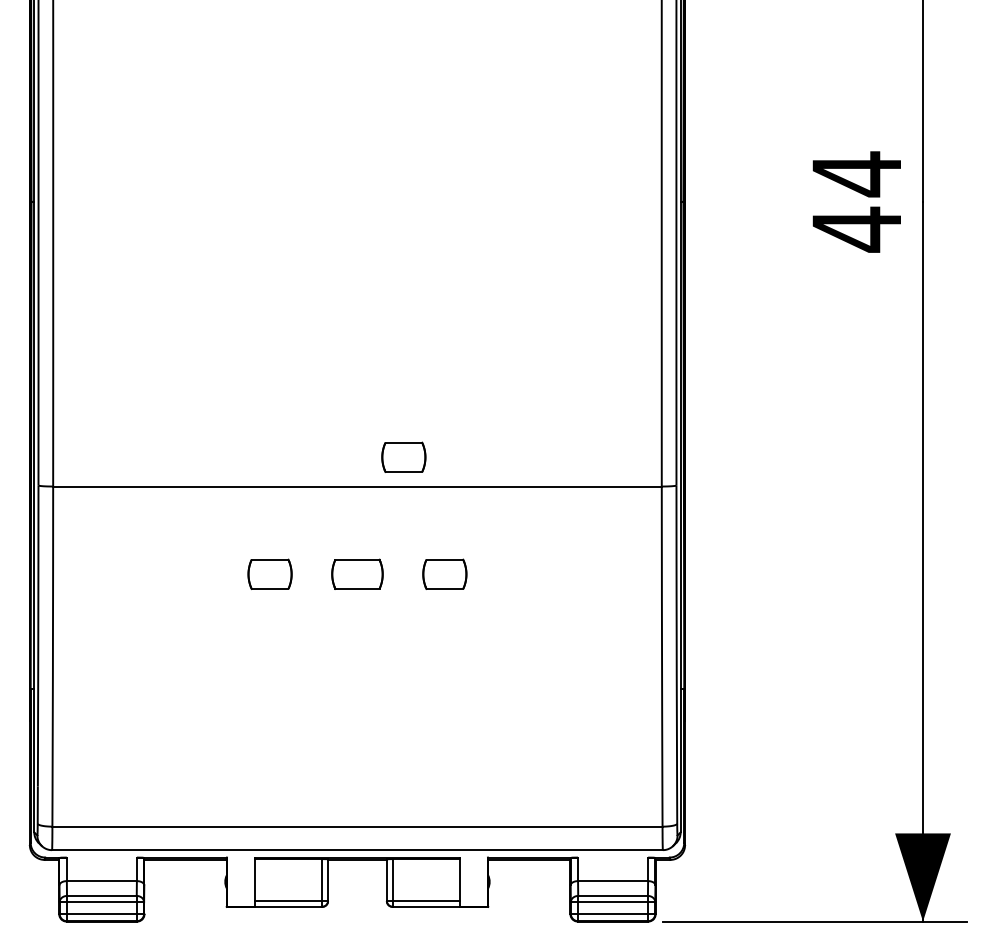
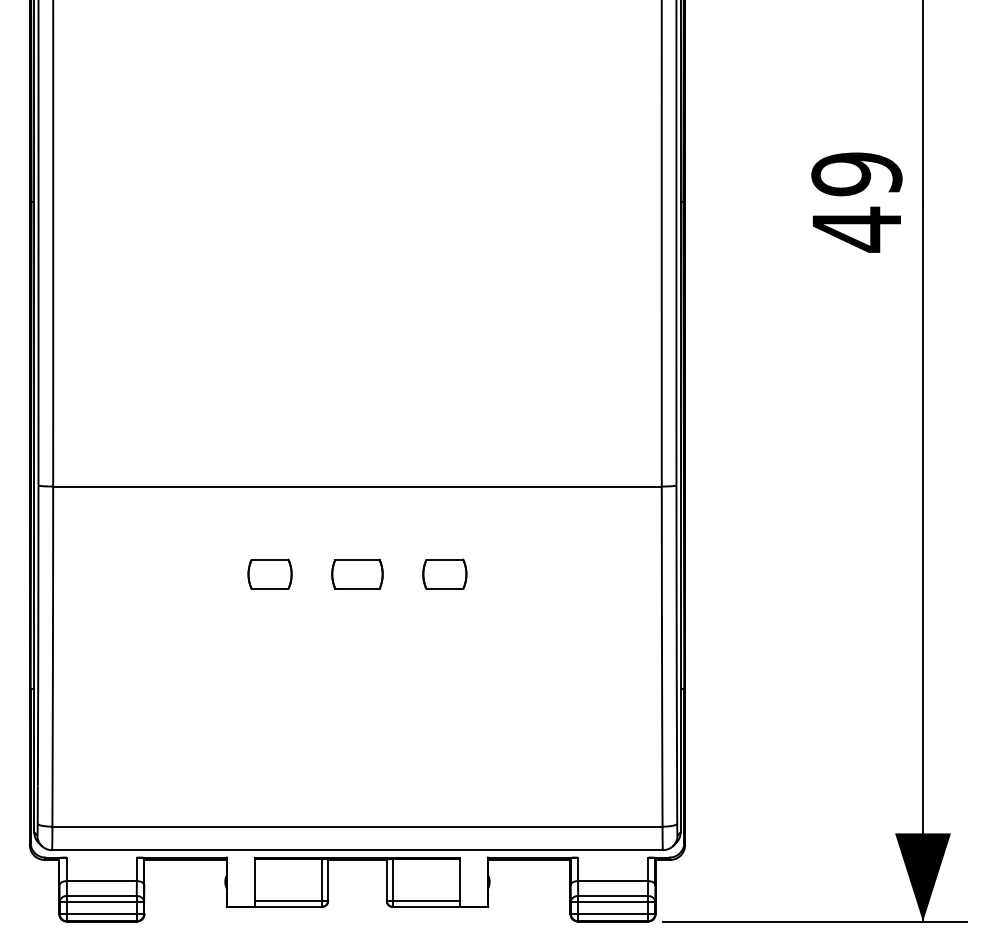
text at (856, 174): 44 -> 49
part at (403, 456): present -> none
